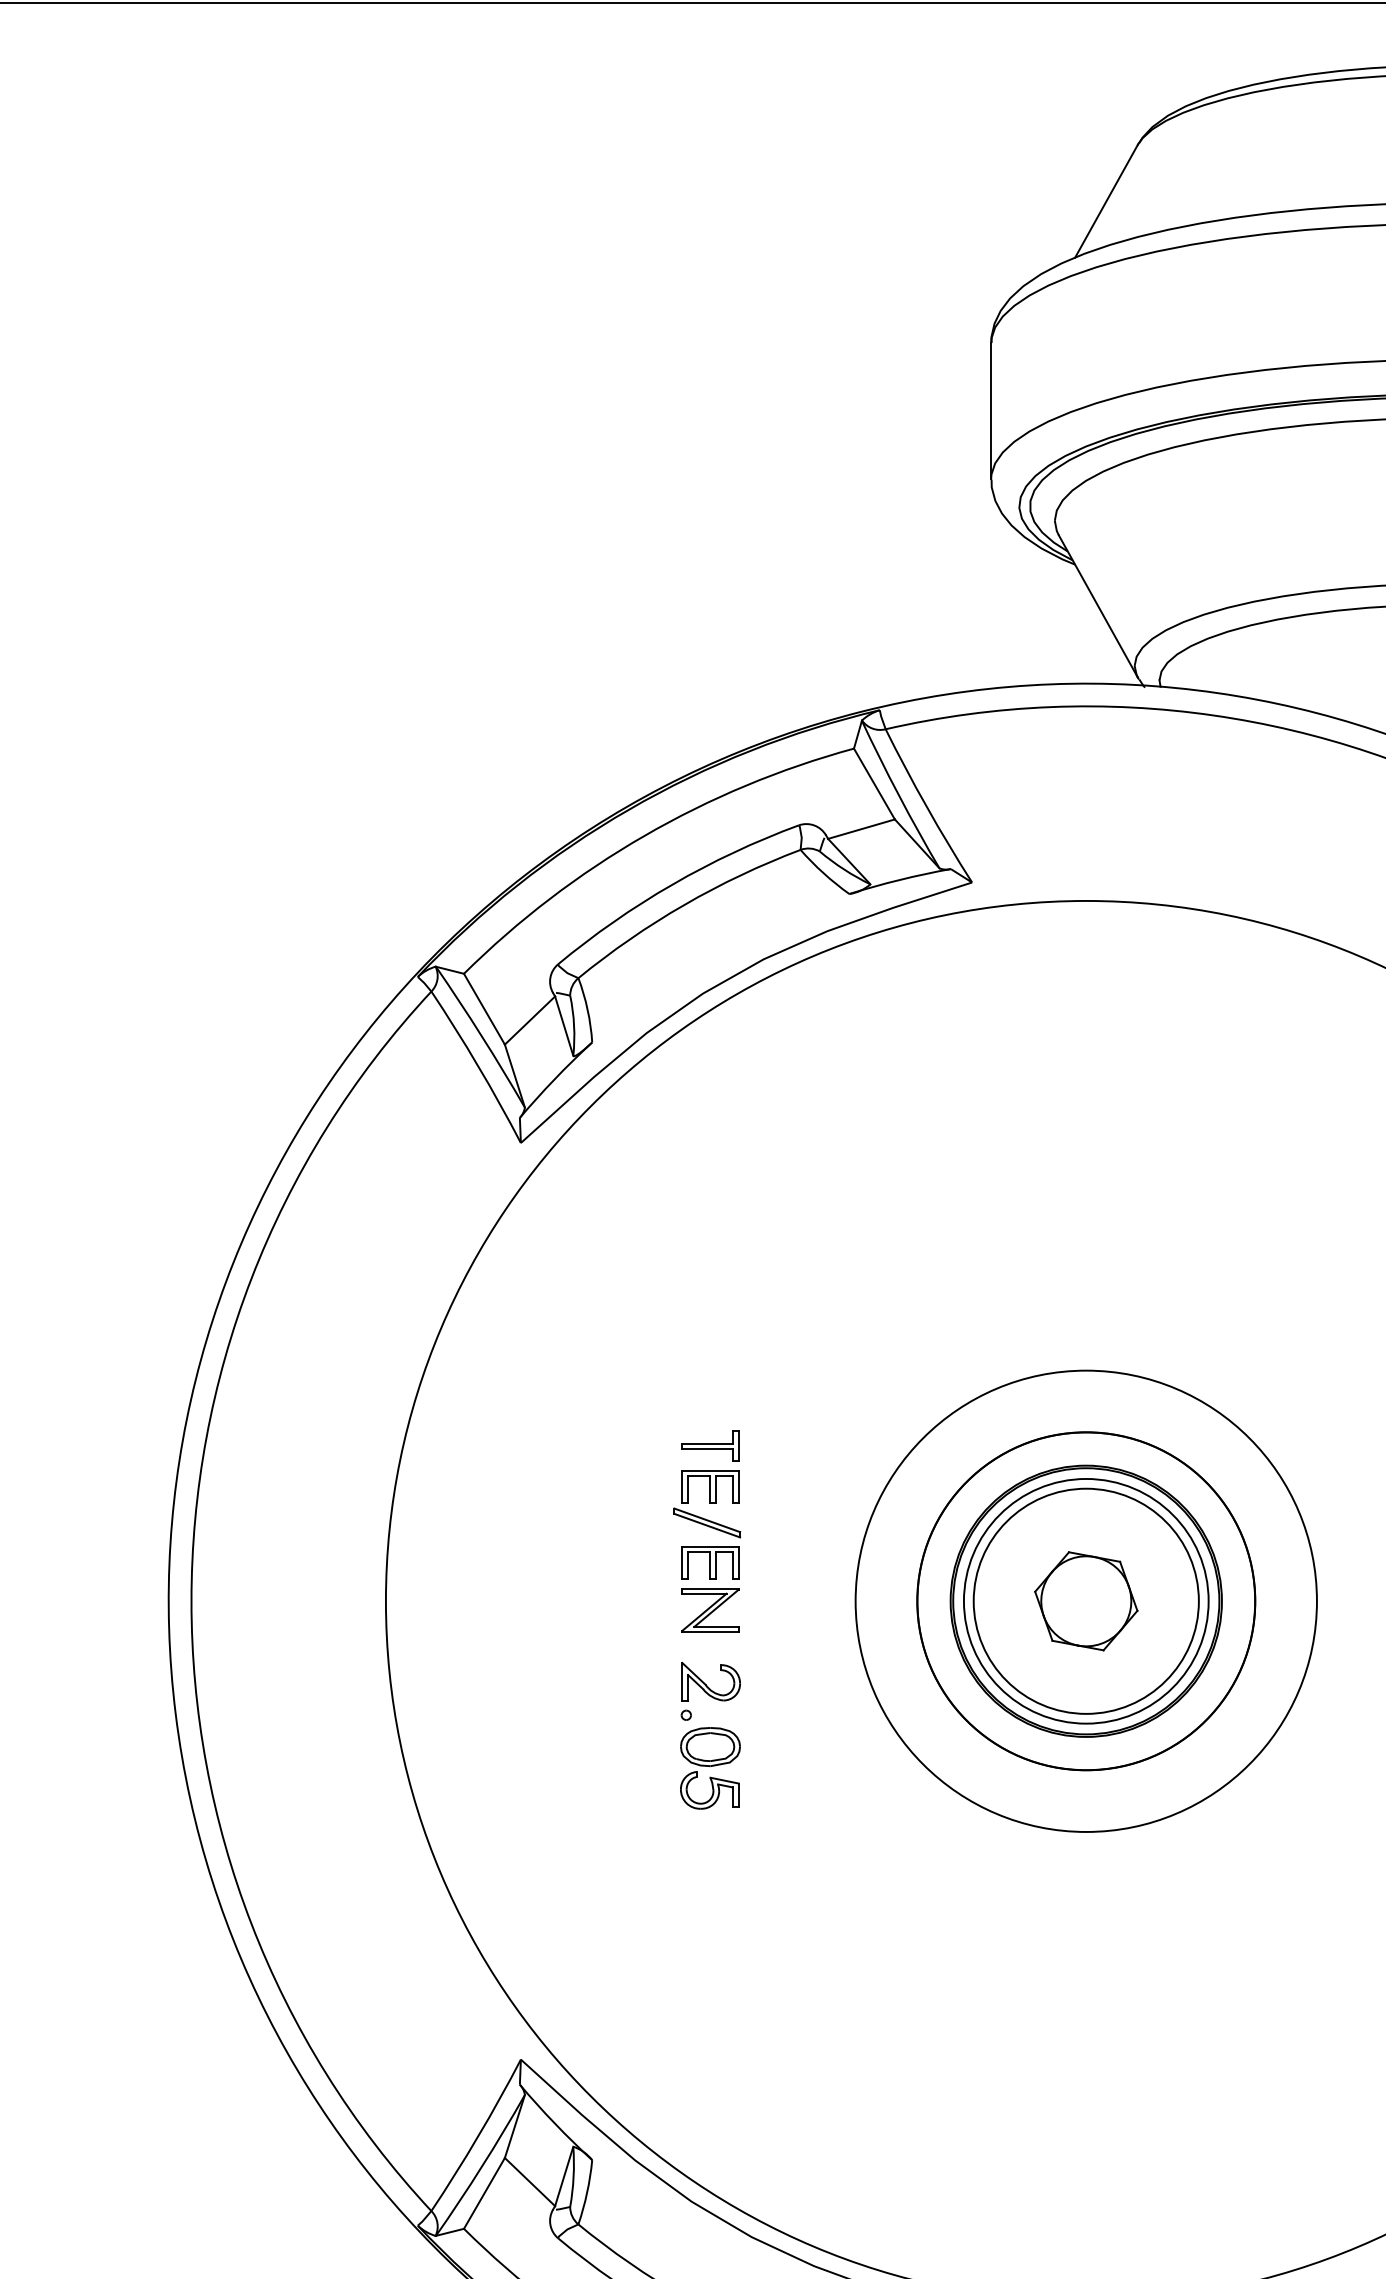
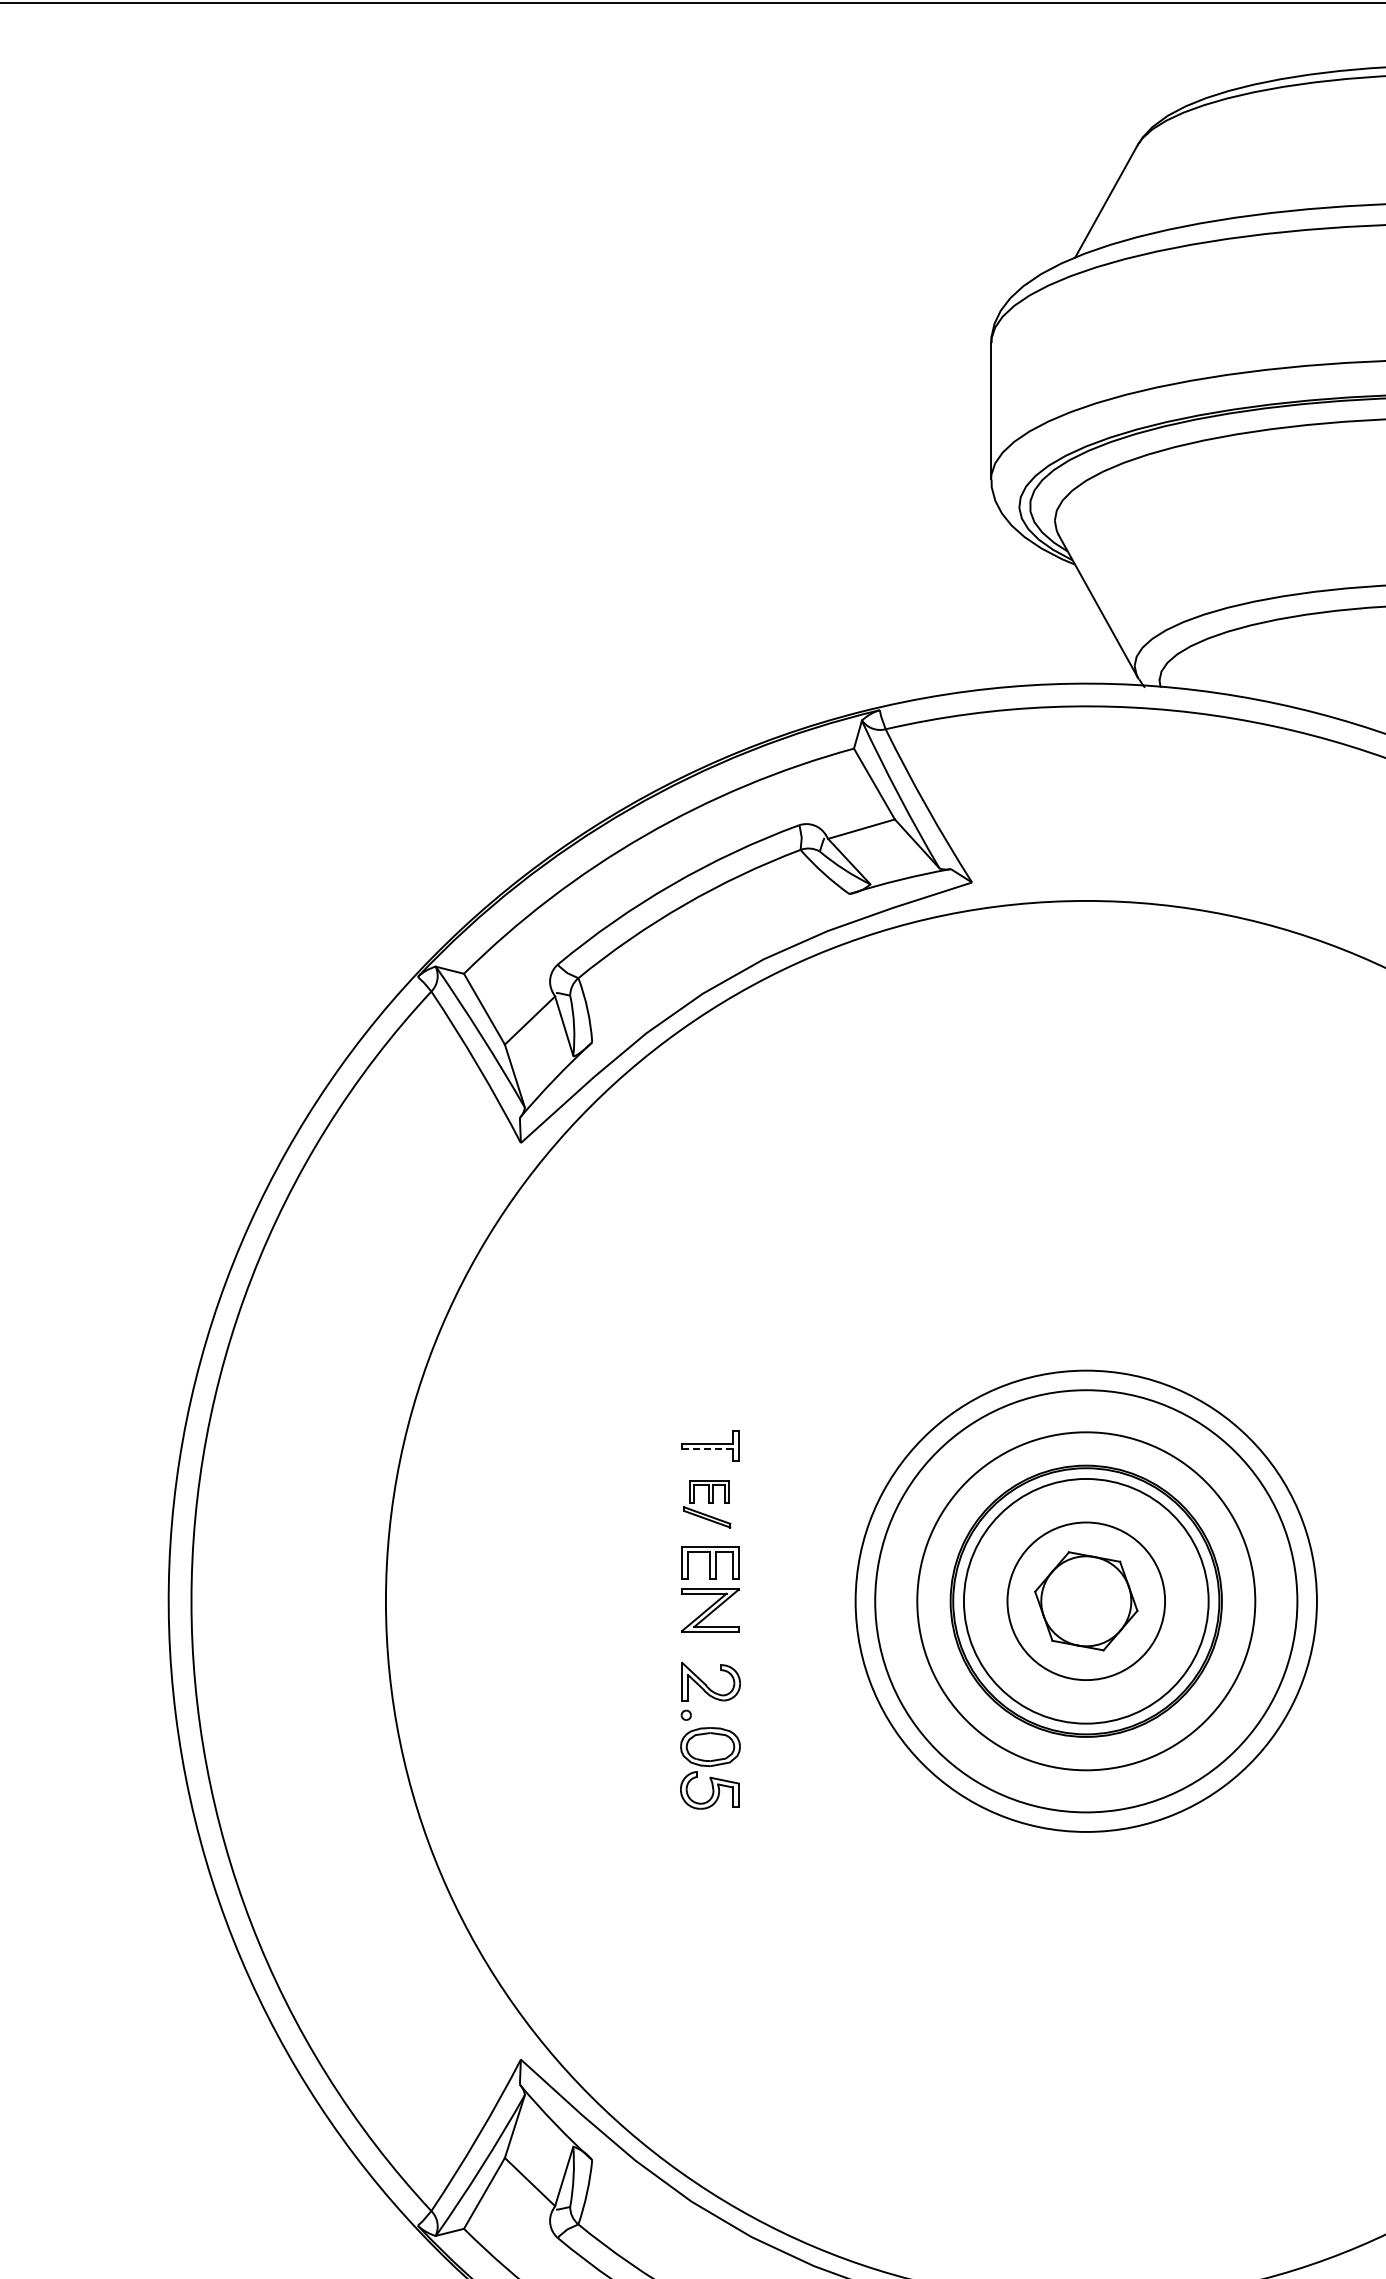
line at (707, 1448): solid -> dashed
part at (707, 1504) size: 69x69 px -> 49x49 px
circle at (1085, 1600) diameter: 225 px -> 158 px
circle at (1086, 1601) diameter: 338 px -> 422 px
